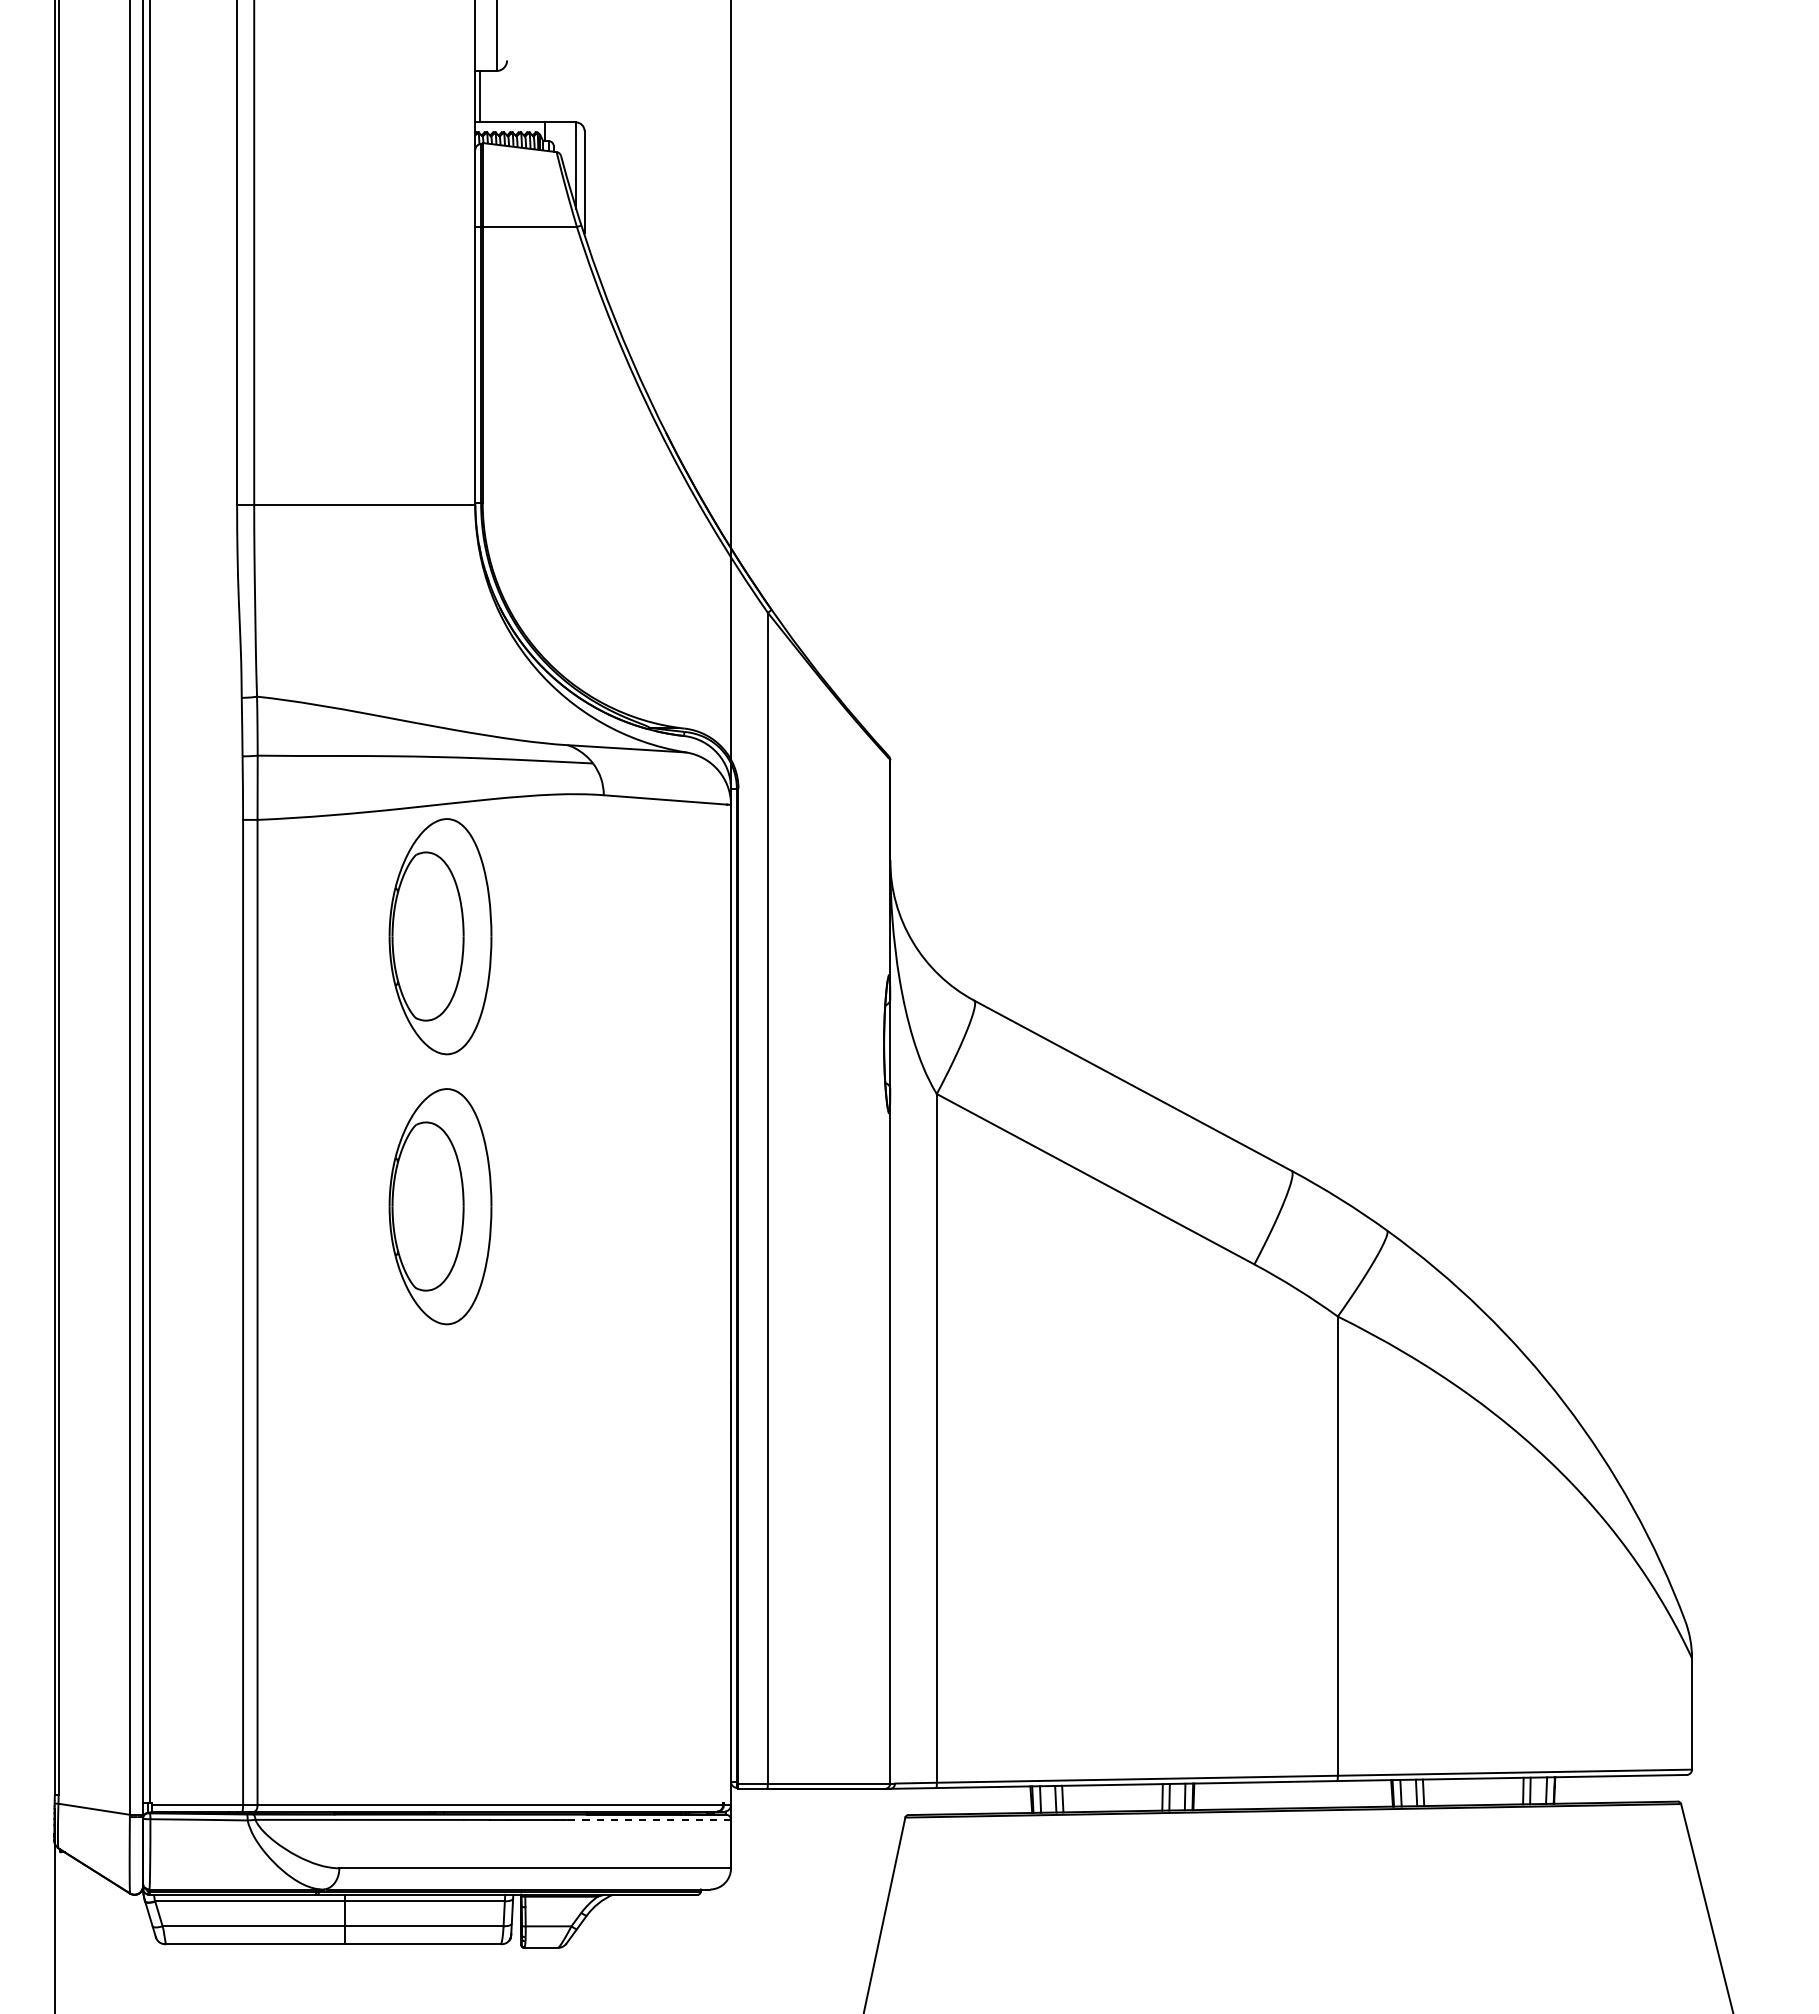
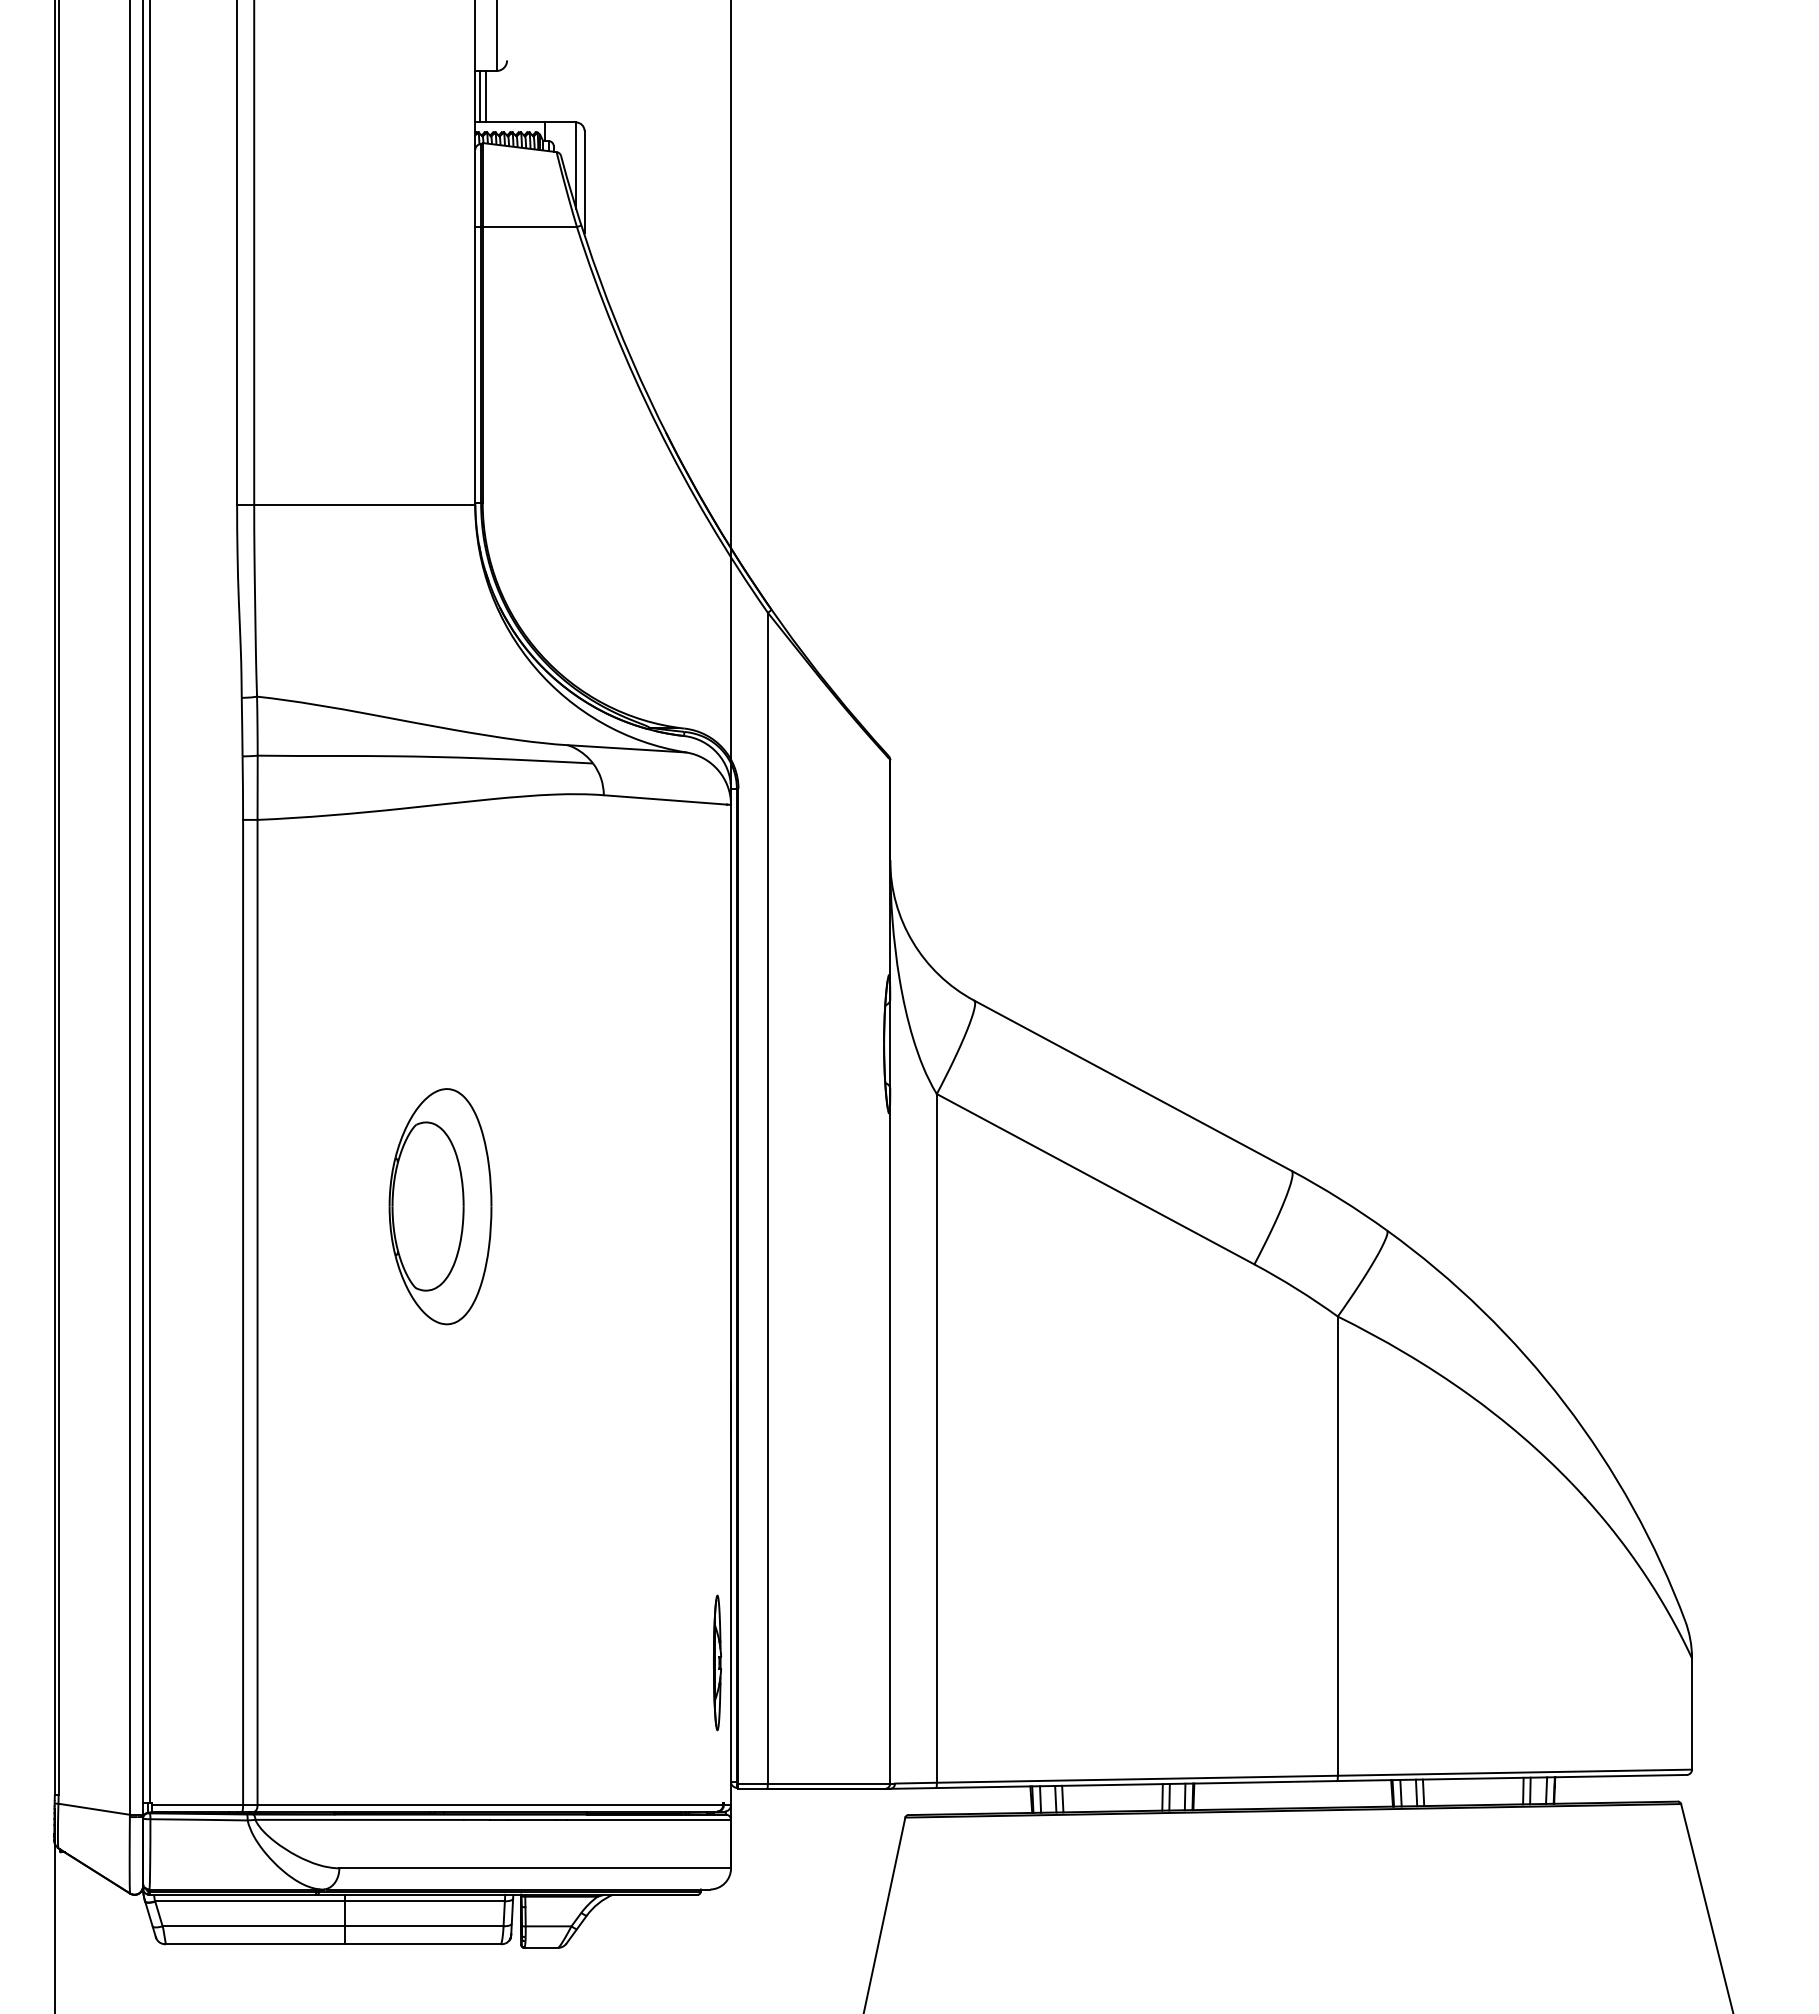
line at (485, 96): none -> present
part at (440, 936): present -> none
part at (717, 1662): none -> present
line at (648, 1819): dashed -> solid
